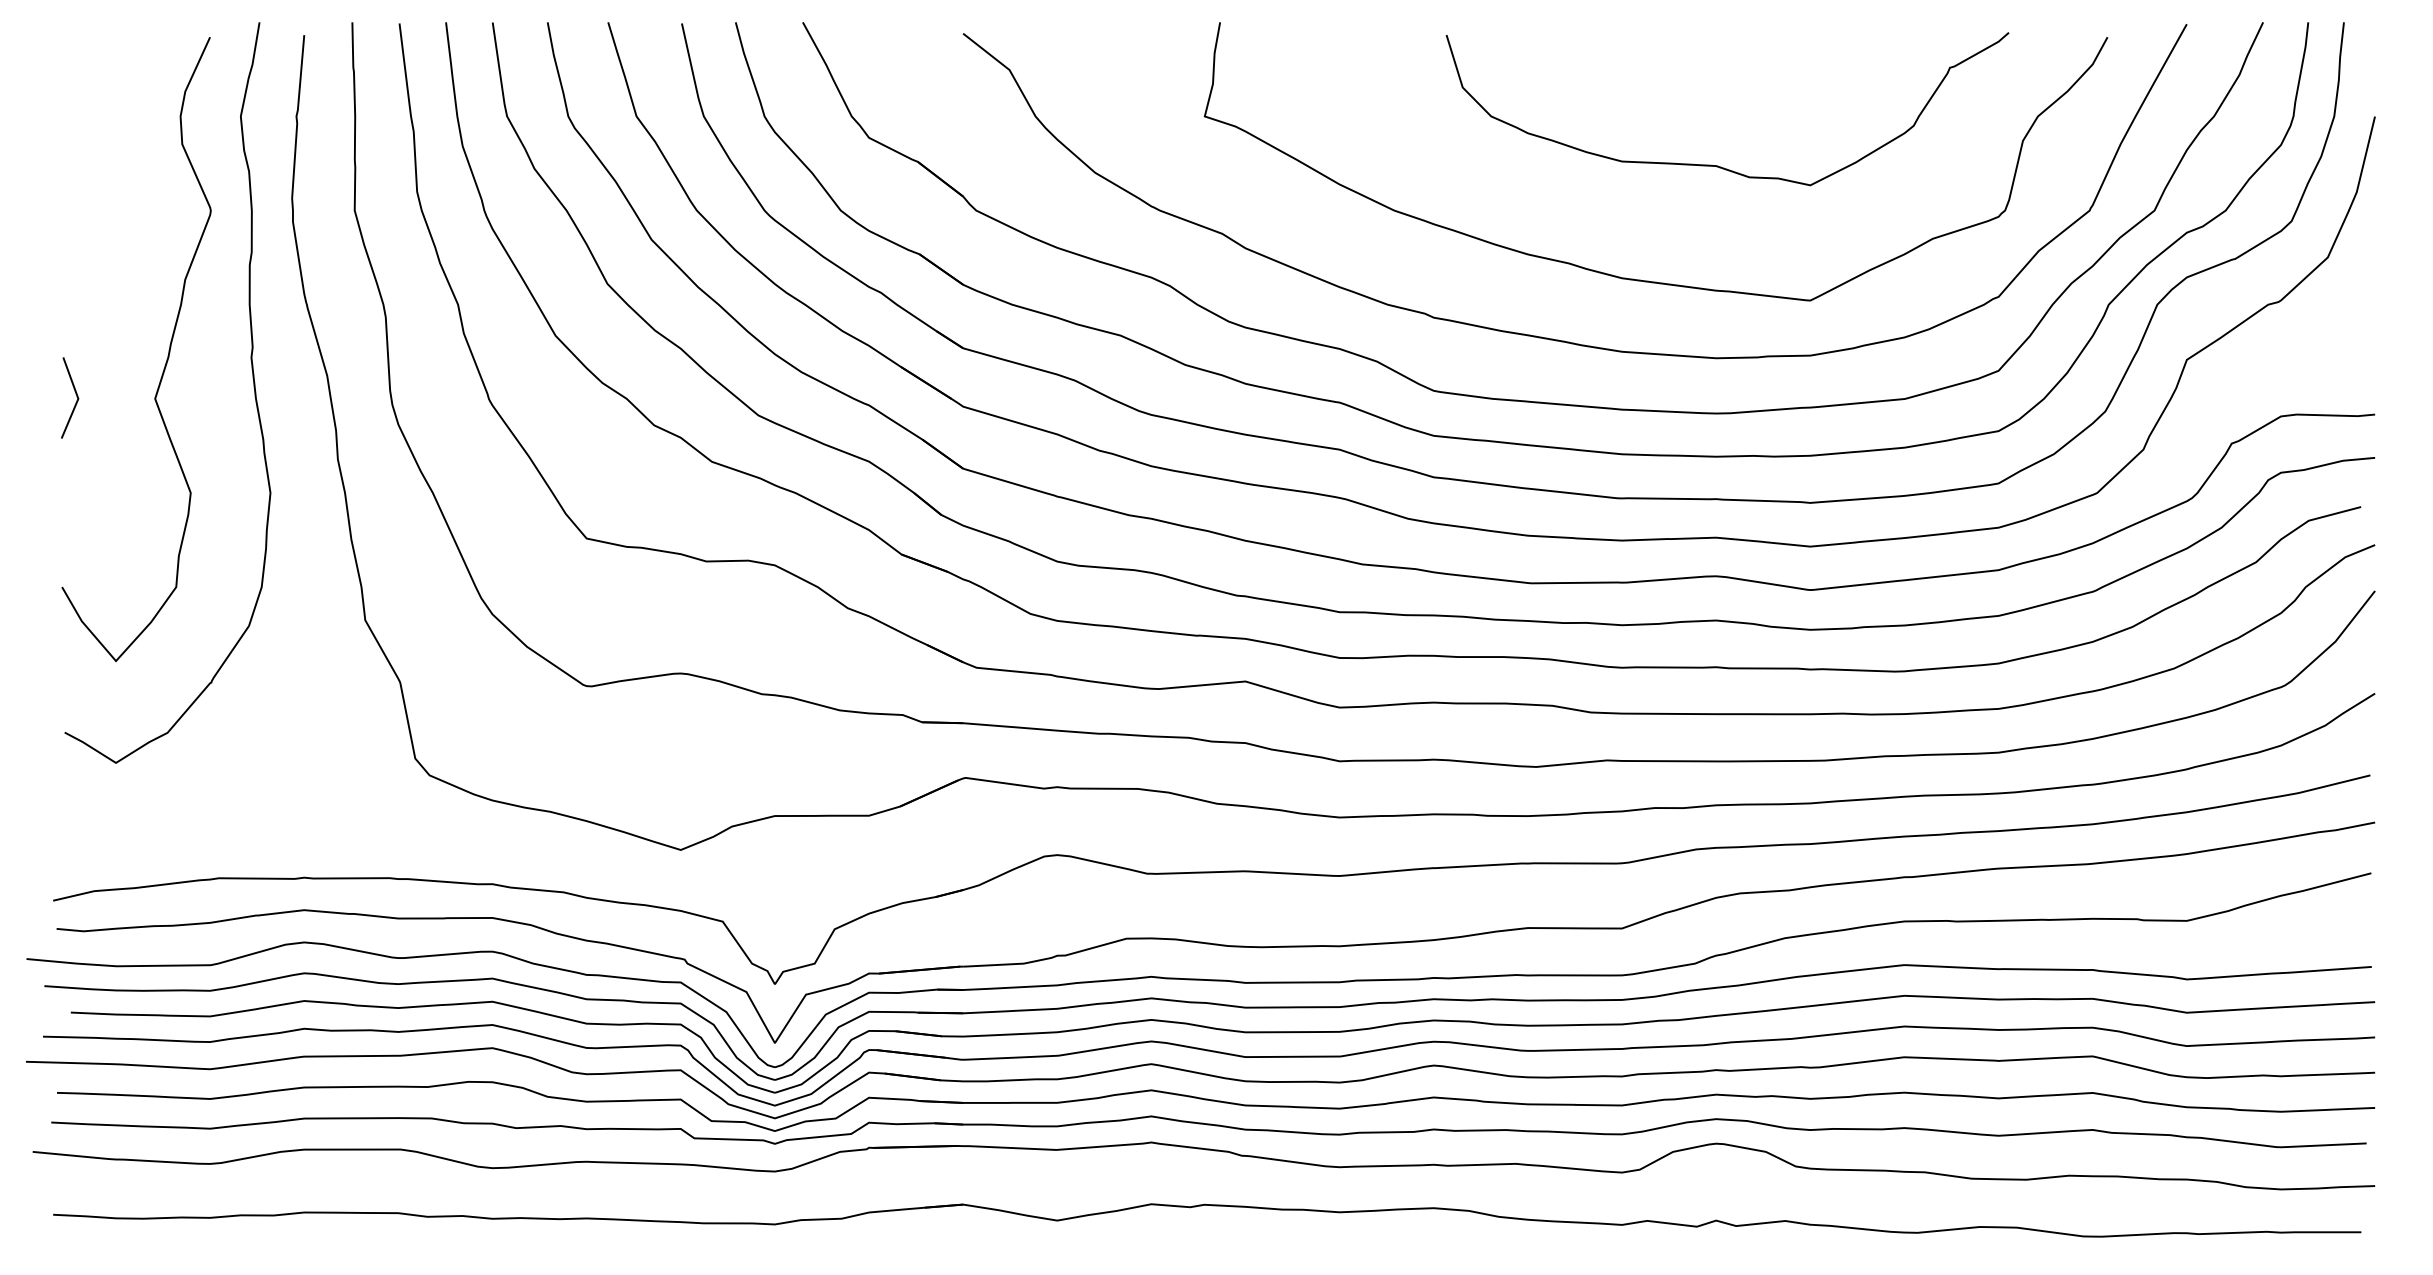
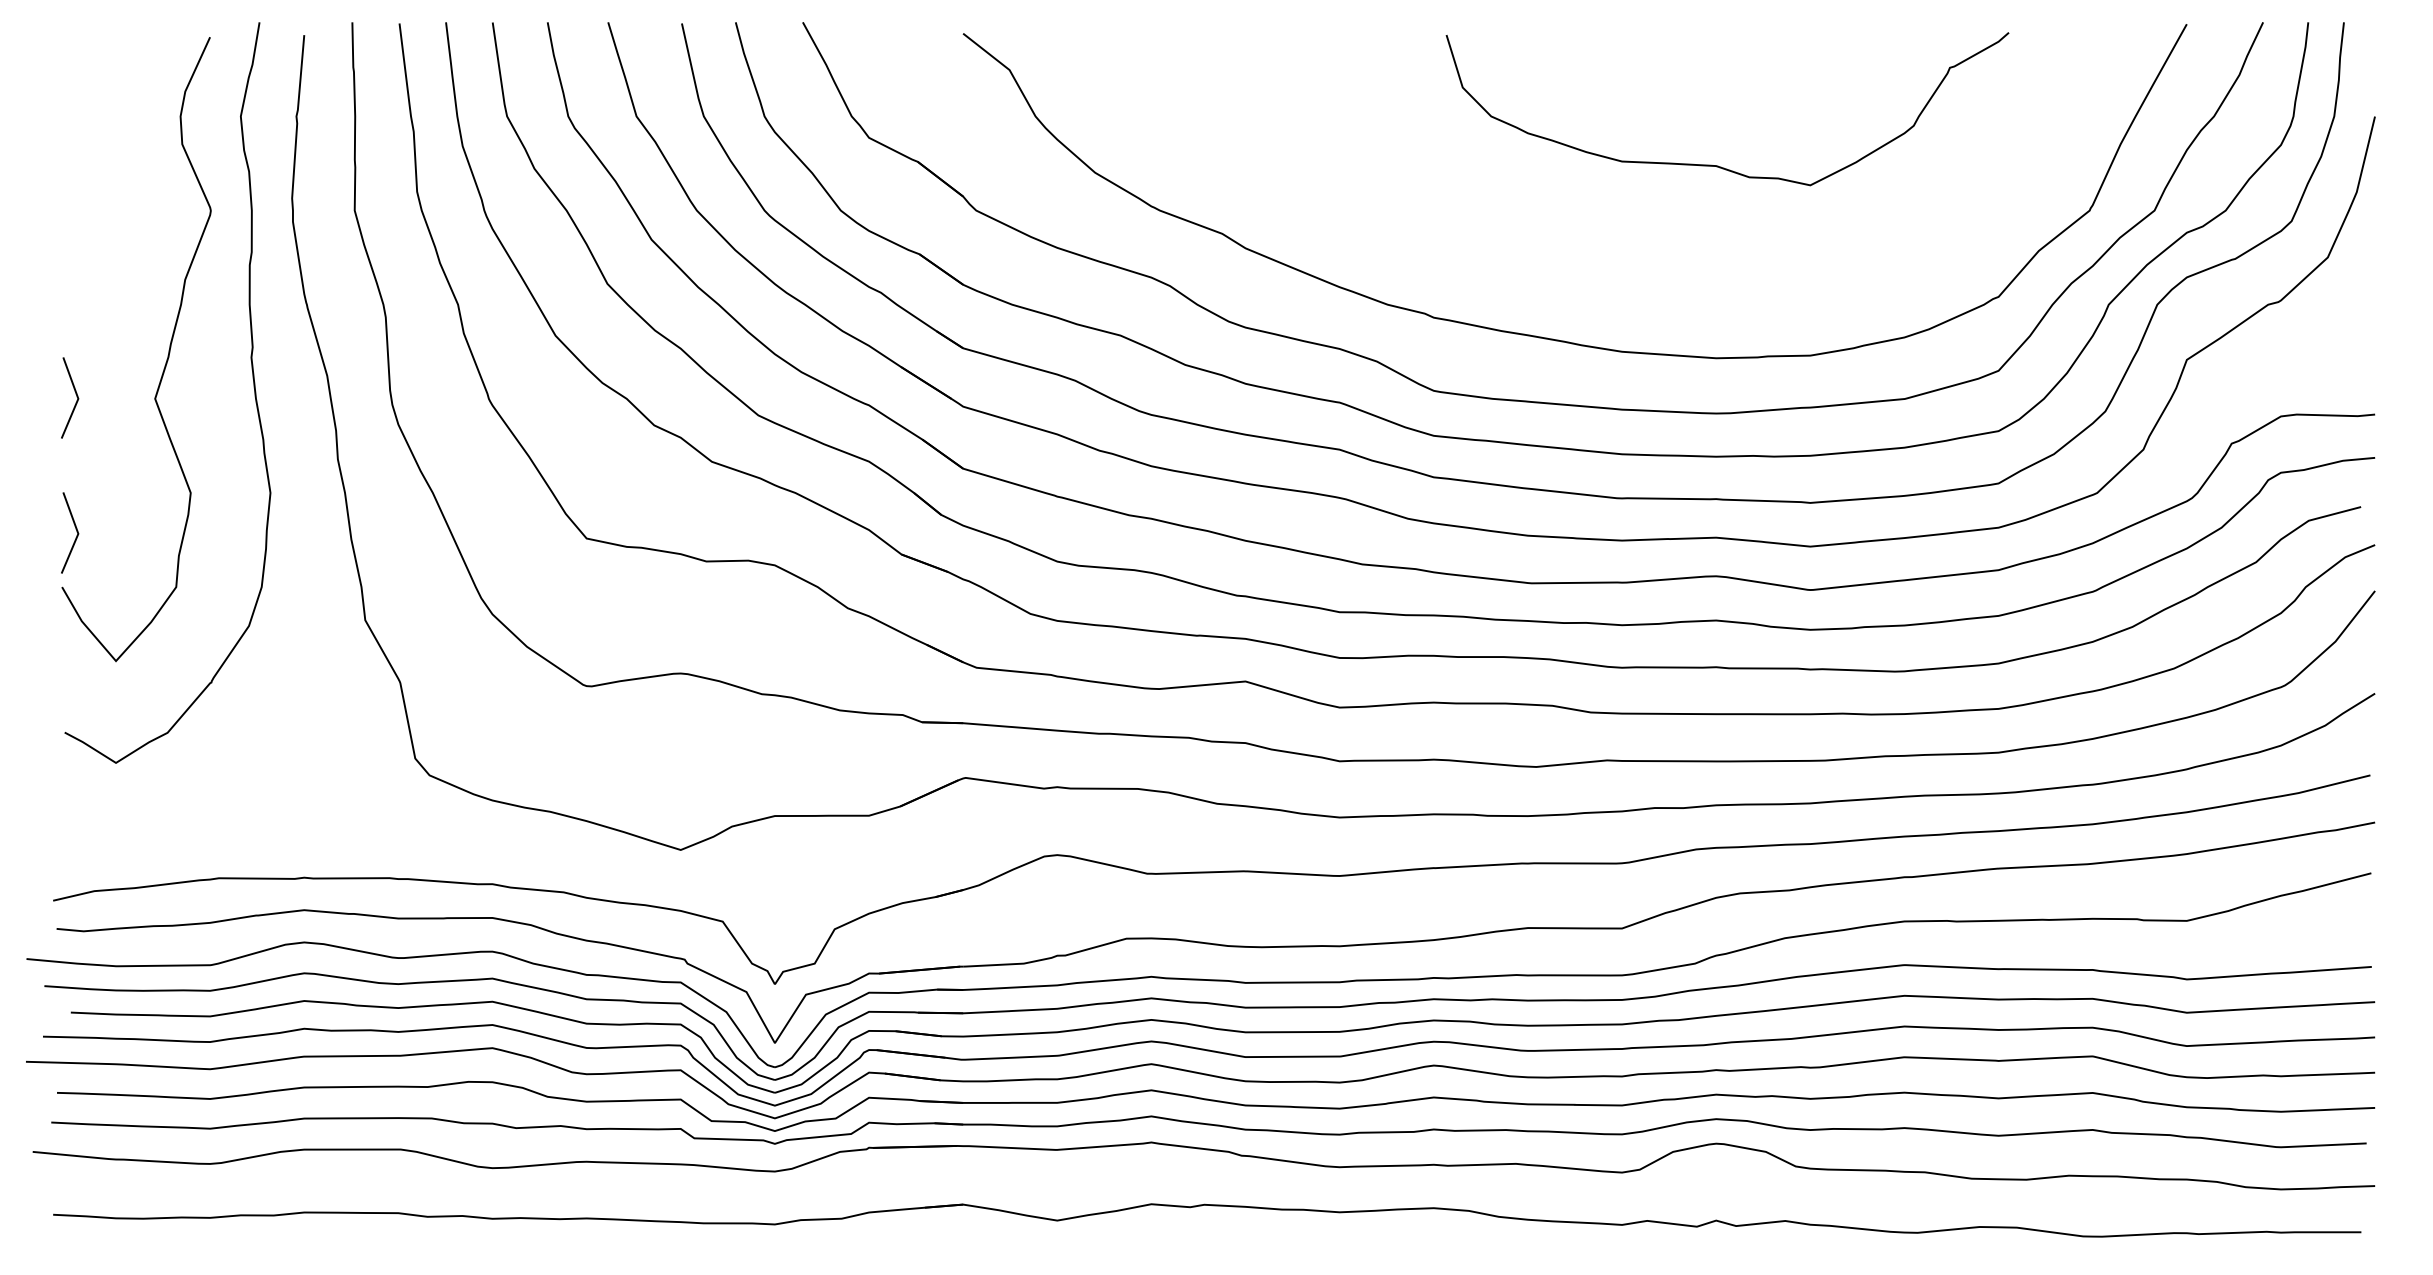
curve at (1641, 279): present -> none
line at (75, 529): none -> present
